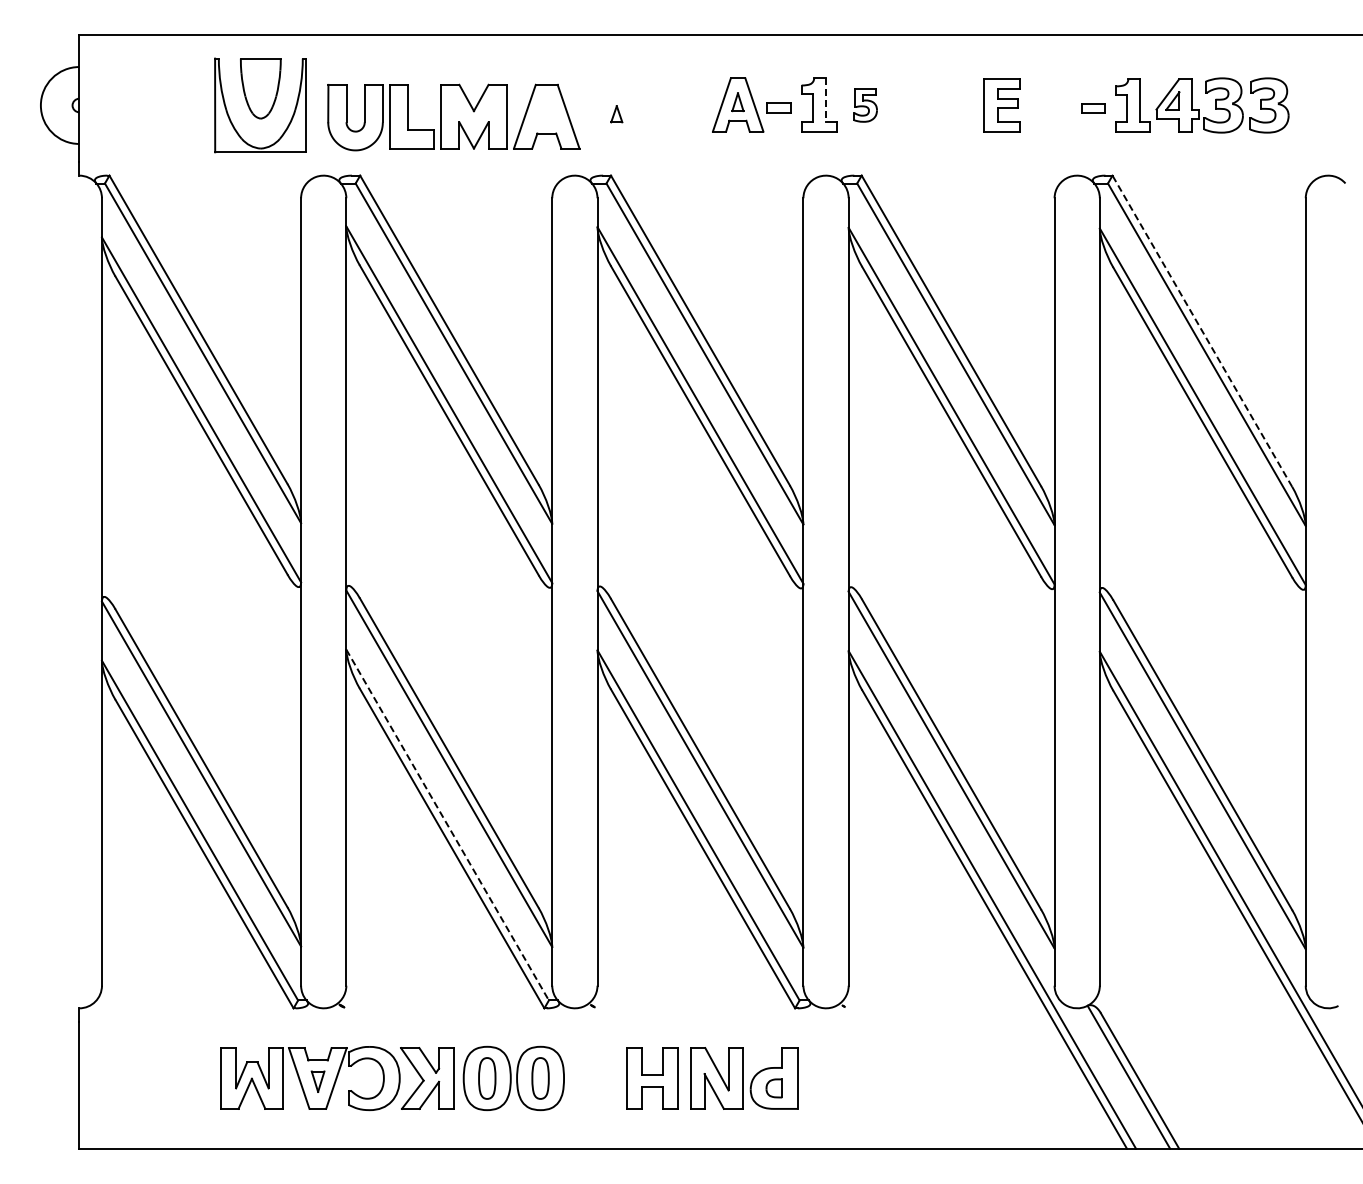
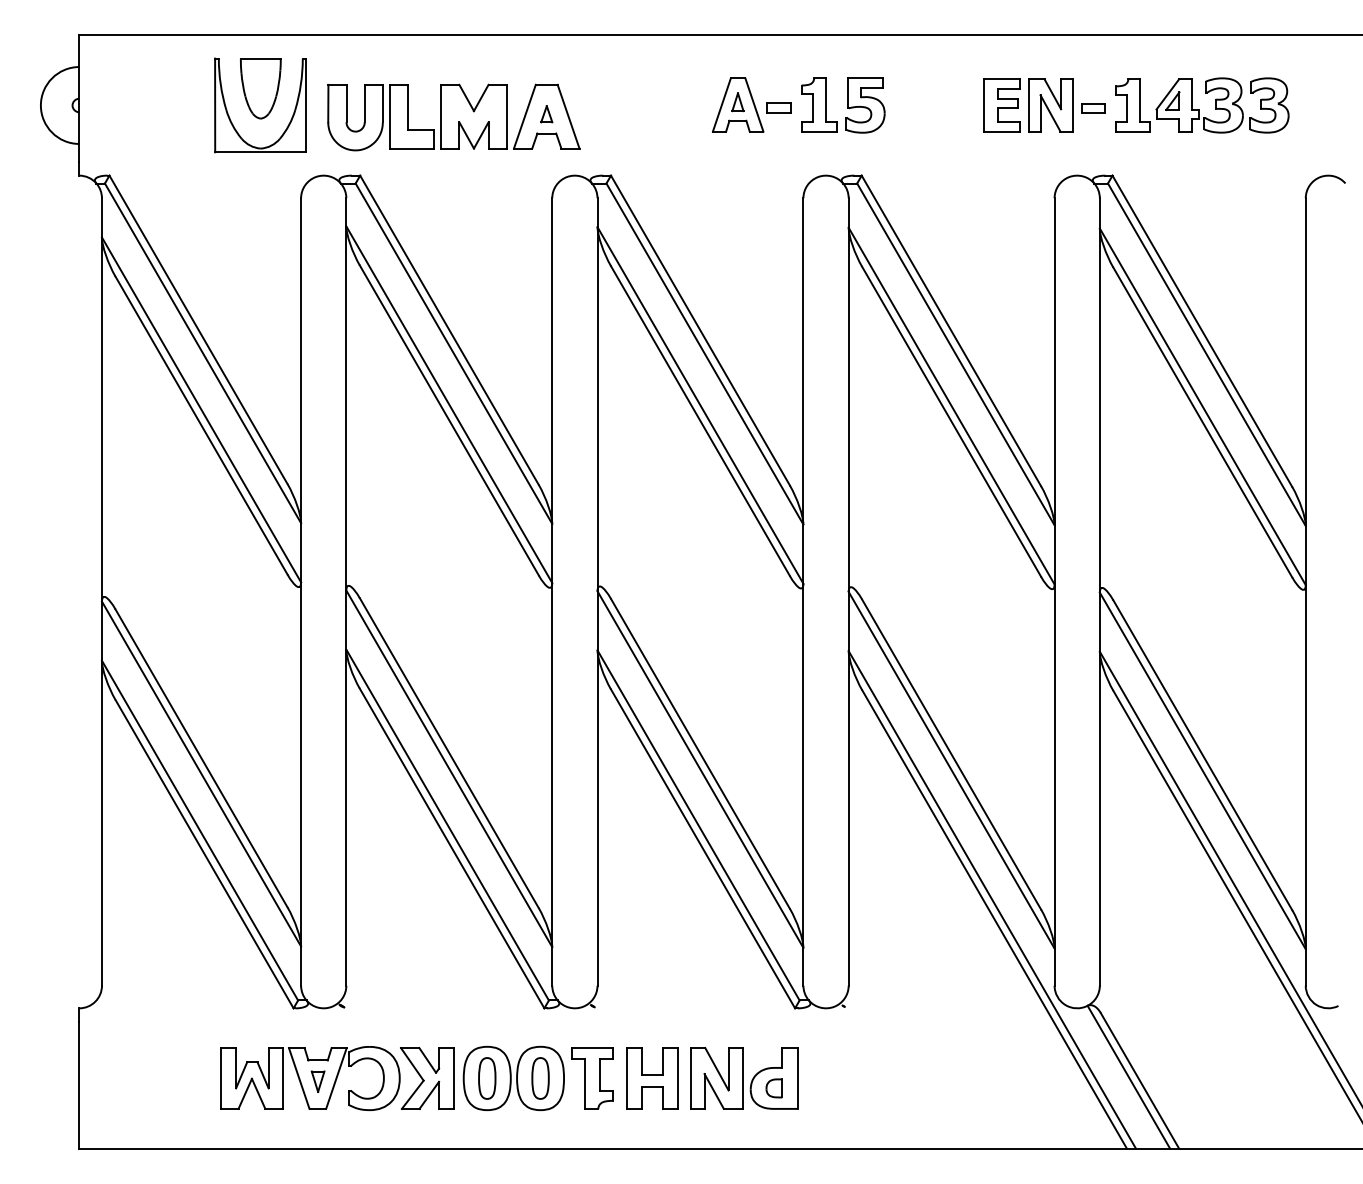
line at (825, 100): dashed -> solid
part at (865, 105) size: 25x35 px -> 41x57 px
part at (1050, 105): none -> present
part at (616, 114) position: (616, 114) -> (546, 114)
line at (1202, 331): dashed -> solid
line at (447, 825): dashed -> solid
part at (592, 1078): none -> present
